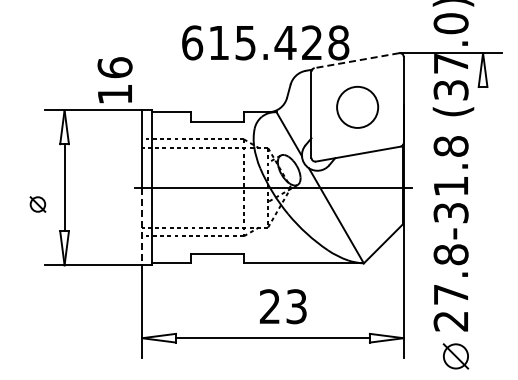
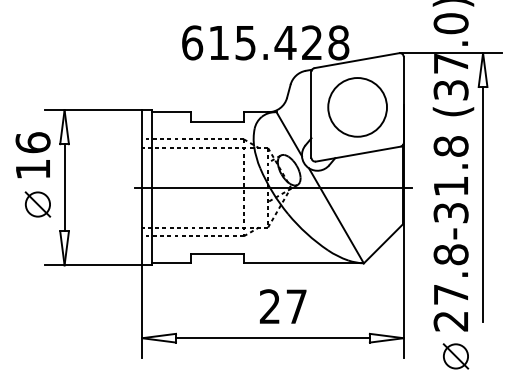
line at (356, 60): dashed -> solid
text at (114, 80) position: (114, 80) -> (32, 155)
circle at (357, 106) diameter: 41 px -> 59 px
part at (37, 204) size: 18x17 px -> 28x27 px
line at (483, 204): none -> present
line at (142, 226): dashed -> solid
text at (296, 306): 23 -> 27
